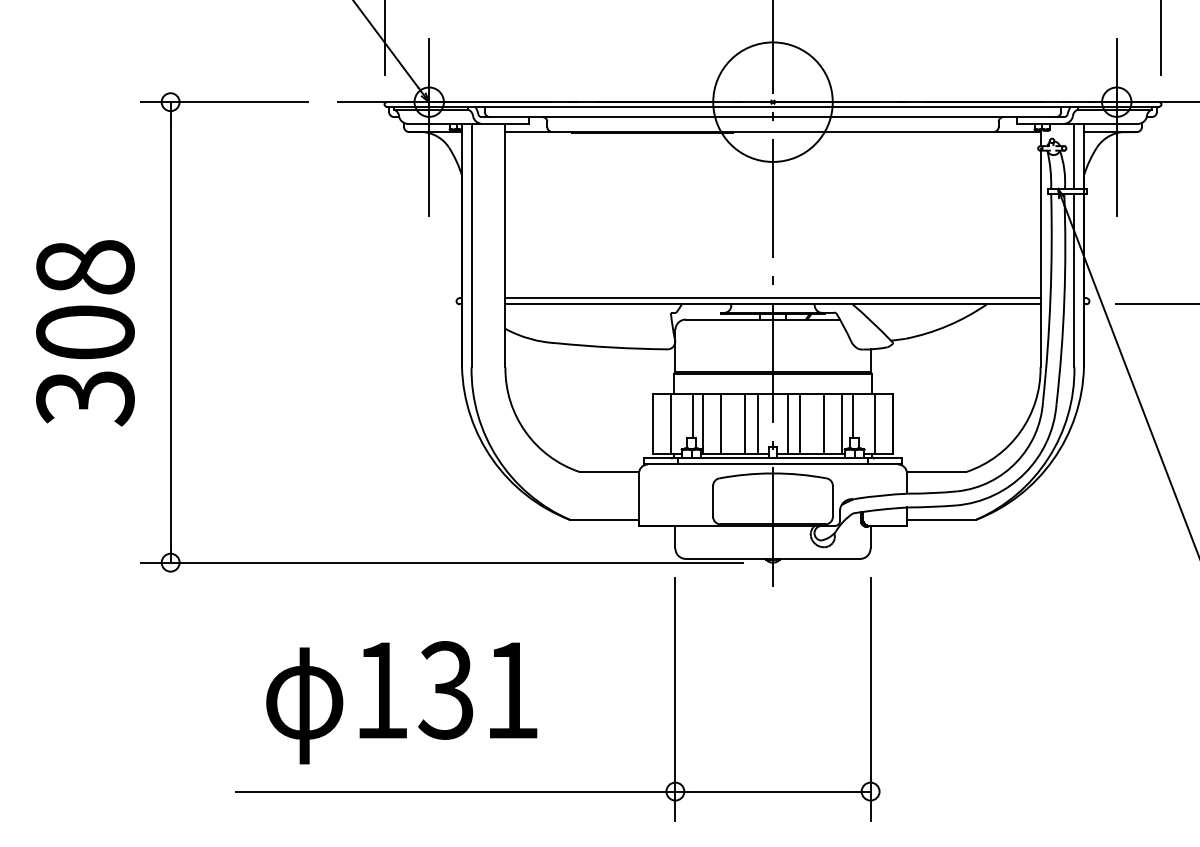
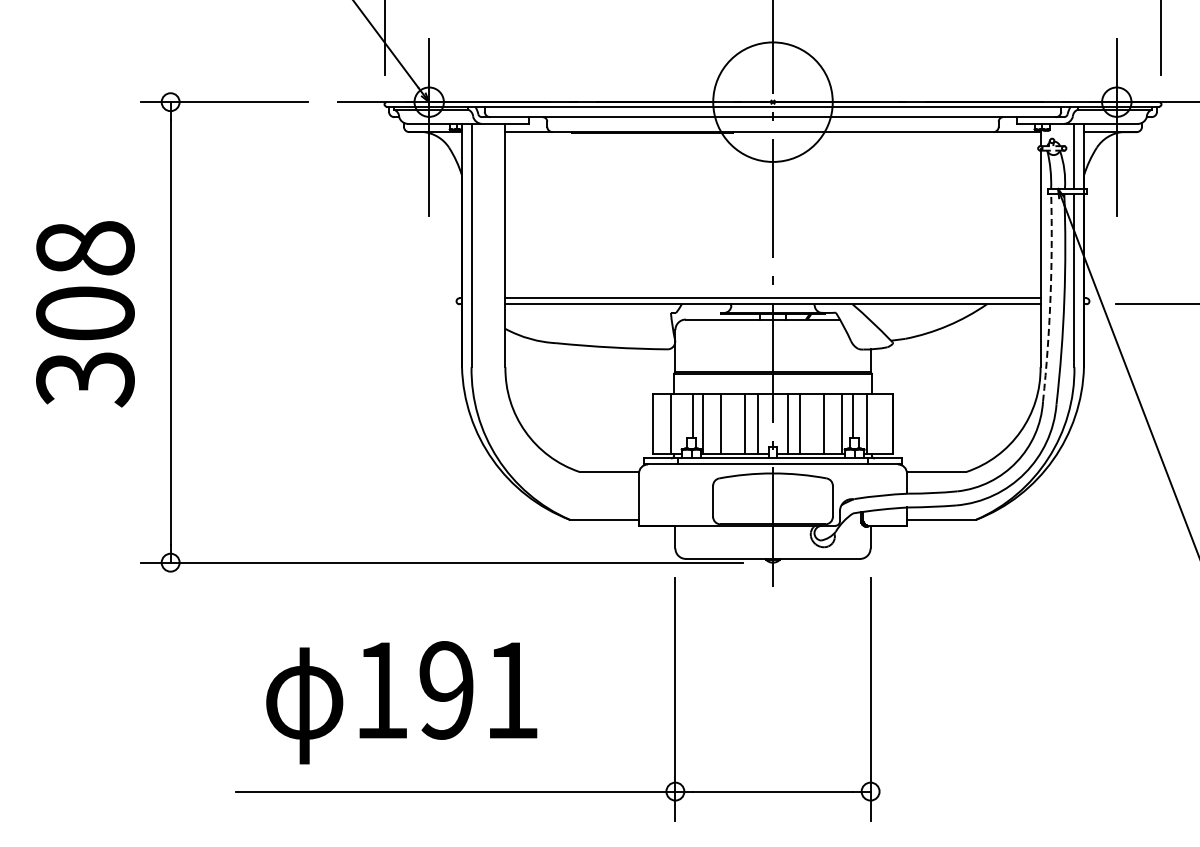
arc at (1050, 298): solid -> dashed
text at (85, 333) position: (85, 333) -> (85, 314)
line at (874, 423) position: (874, 423) -> (866, 423)
text at (445, 690): 131 -> 191
